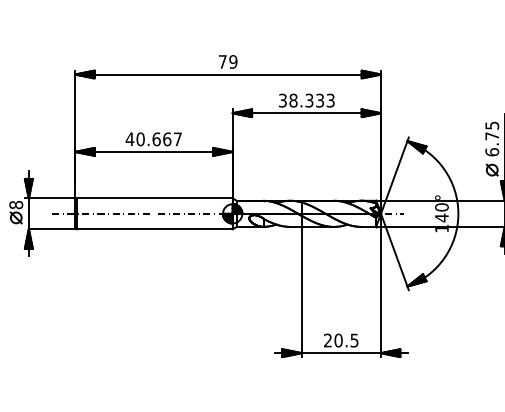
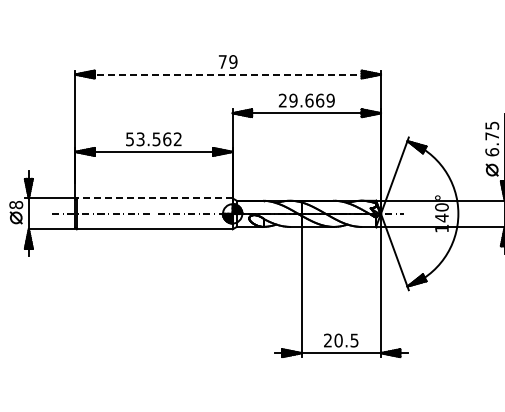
line at (228, 74): solid -> dashed
text at (306, 100): 38.333 -> 29.669
text at (153, 139): 40.667 -> 53.562
line at (154, 198): solid -> dashed
